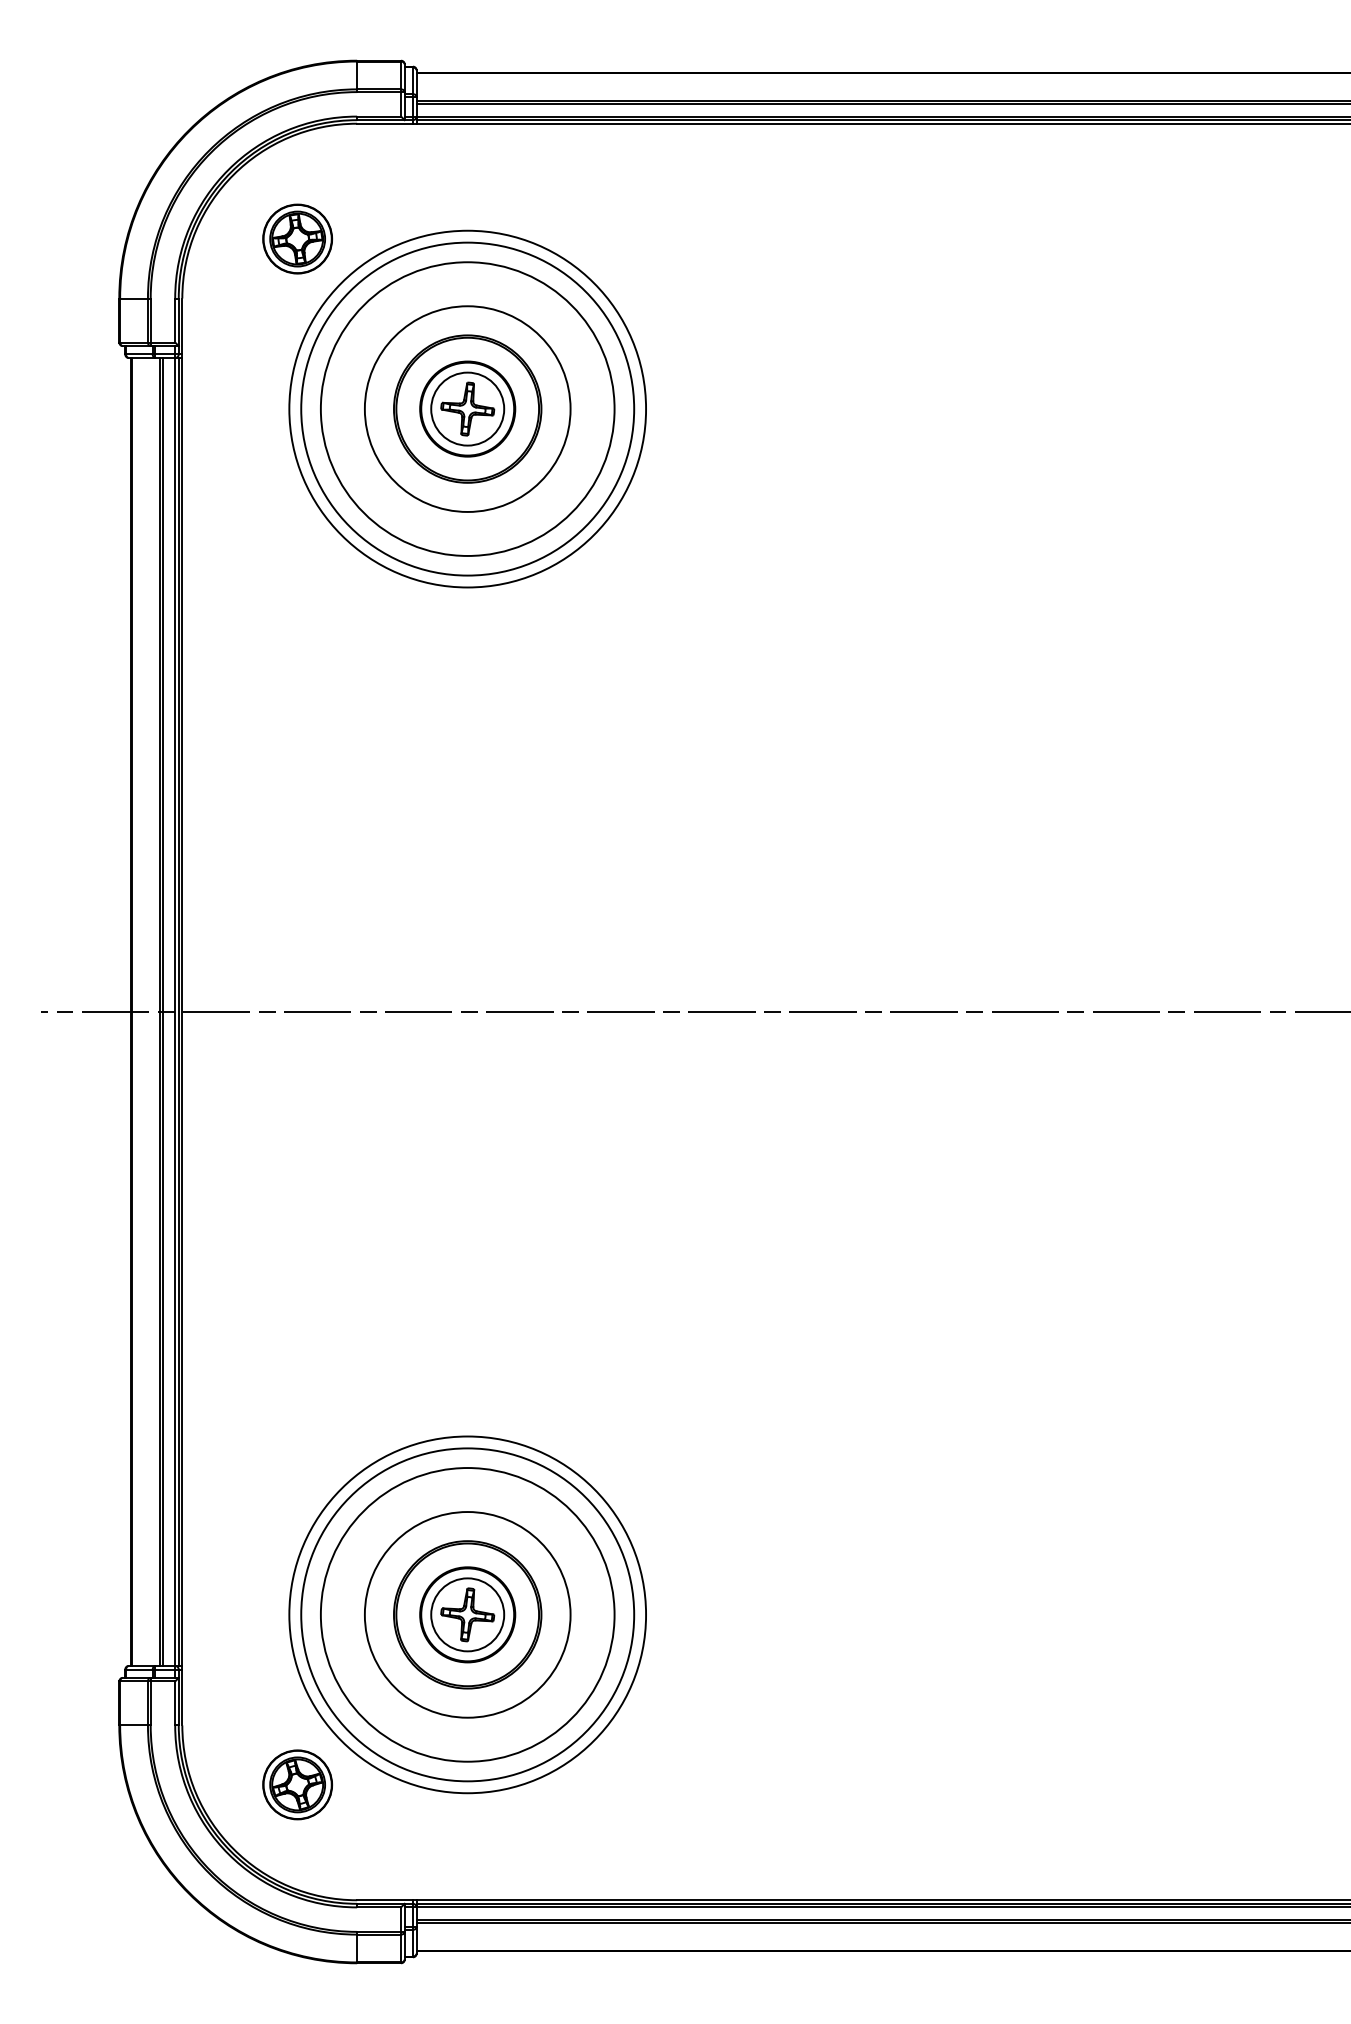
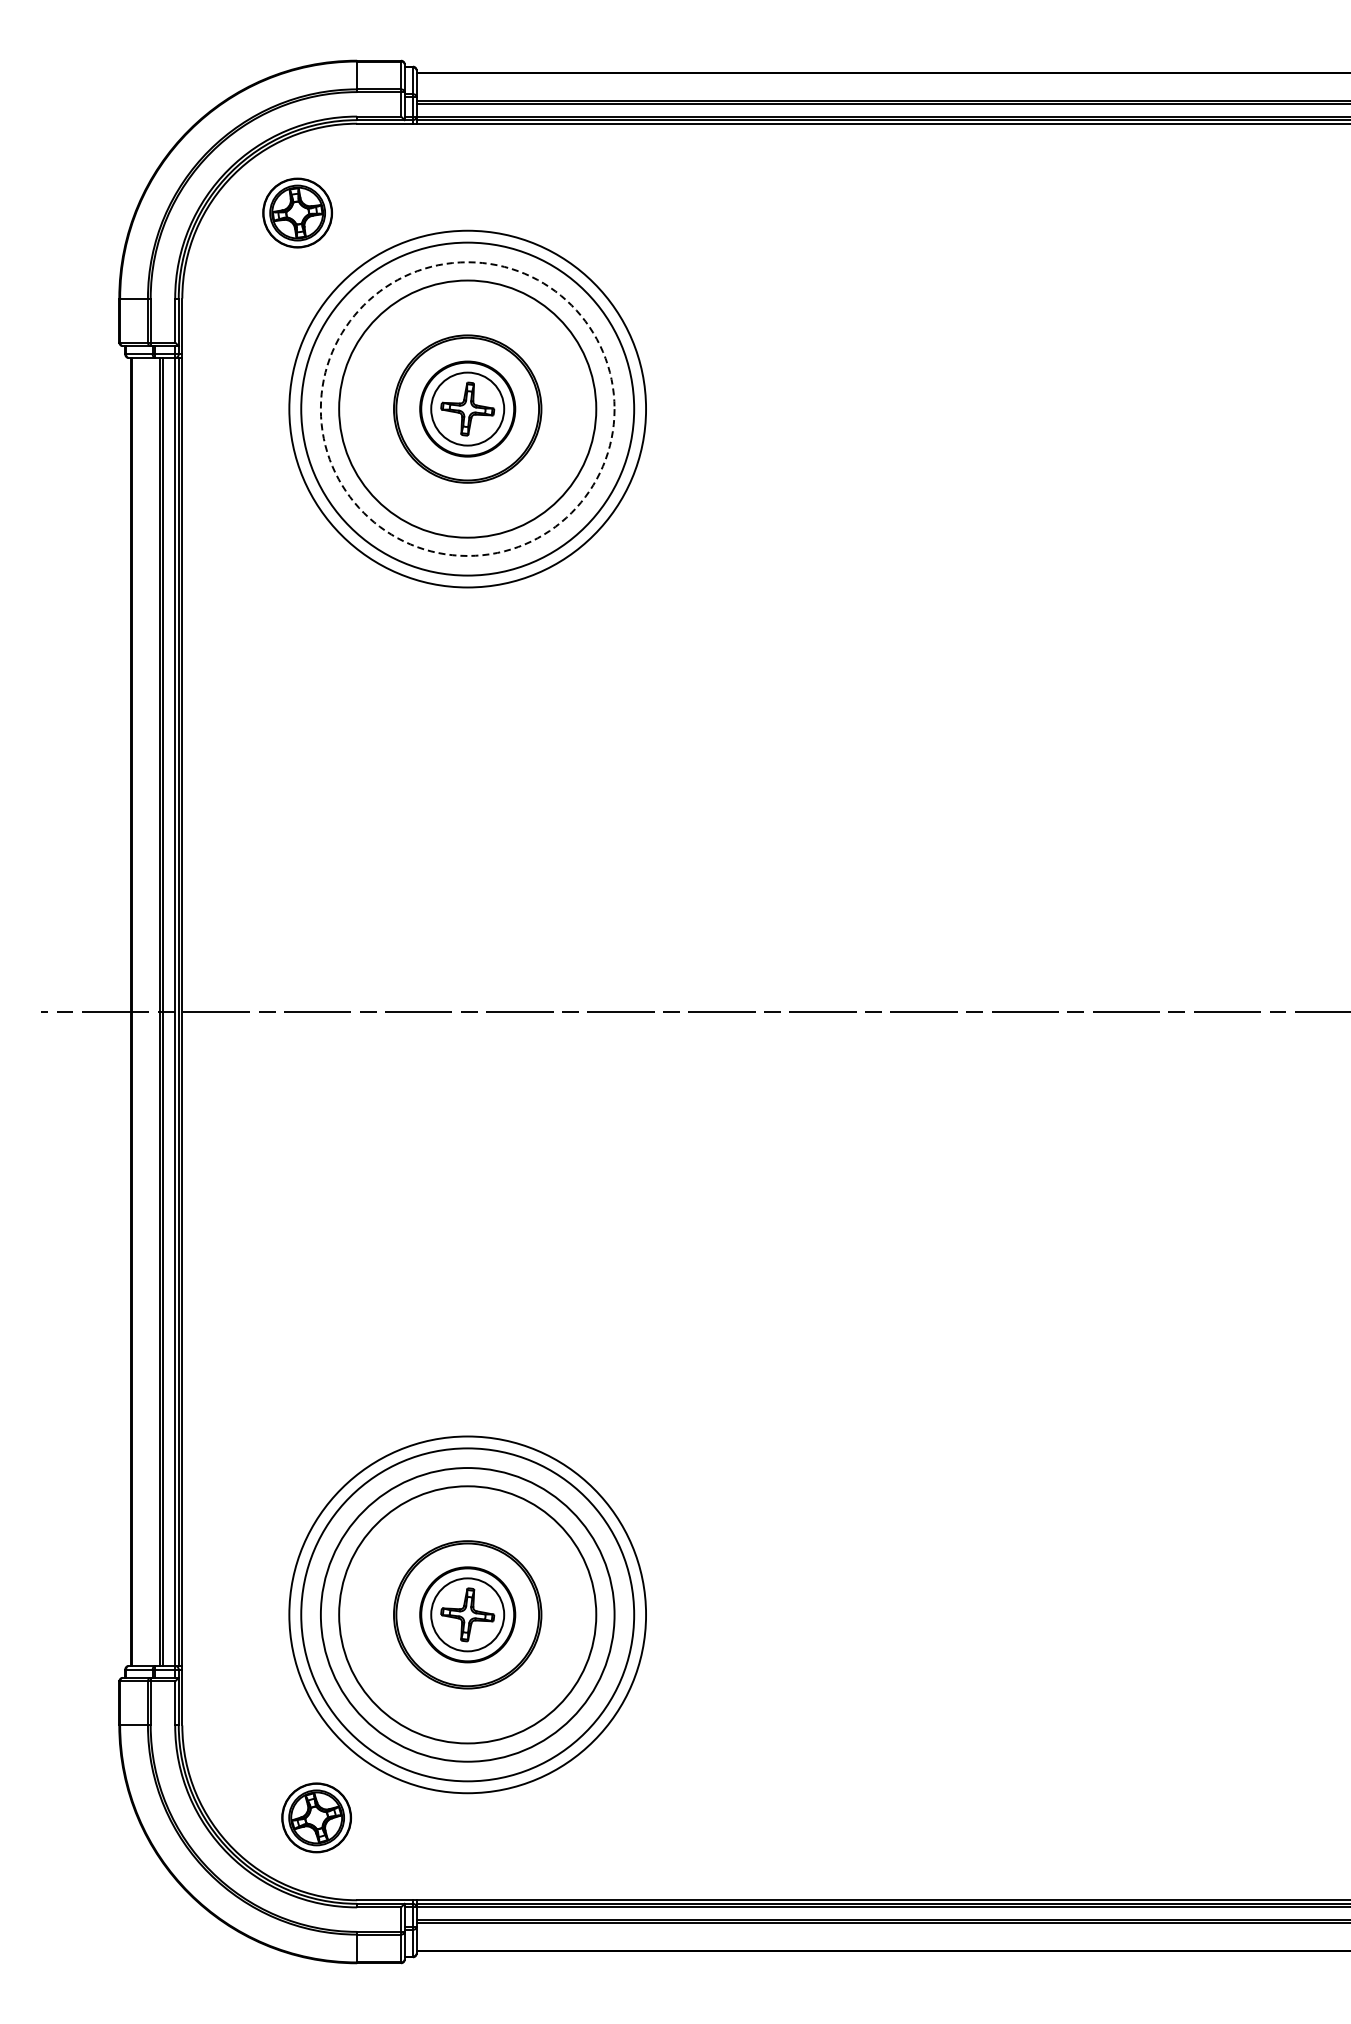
part at (297, 238) position: (297, 238) -> (297, 212)
circle at (467, 408) diameter: 206 px -> 257 px
circle at (467, 408): solid -> dashed
circle at (467, 1614) diameter: 206 px -> 257 px
part at (297, 1784) position: (297, 1784) -> (316, 1817)
